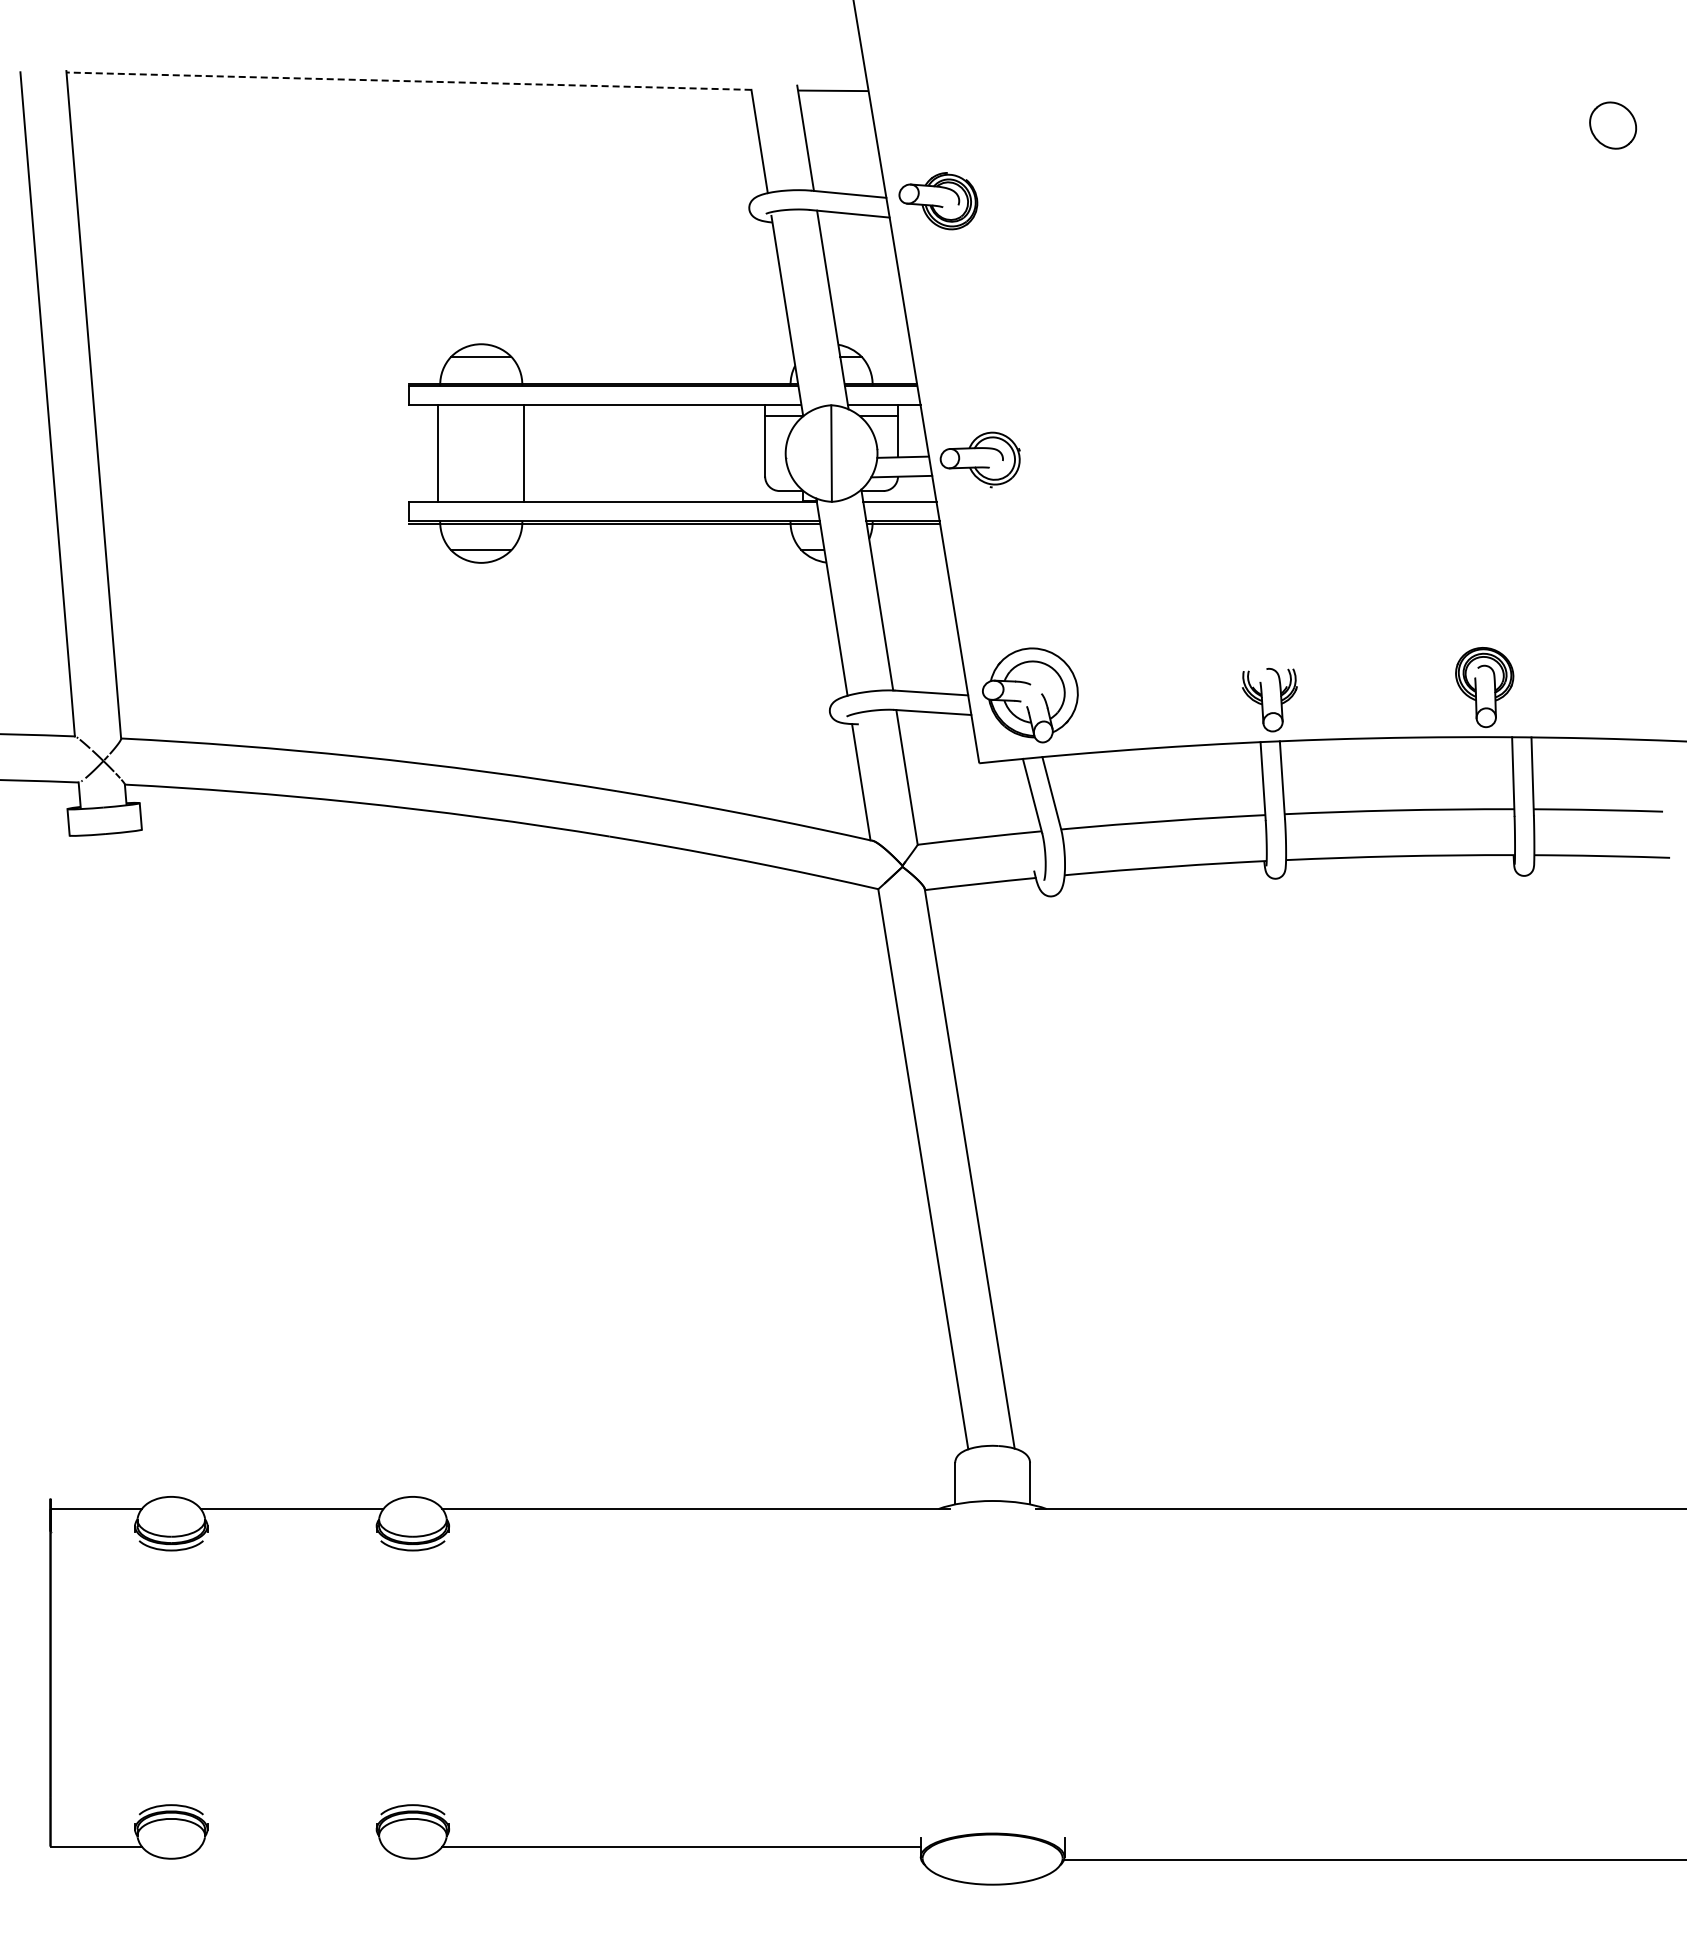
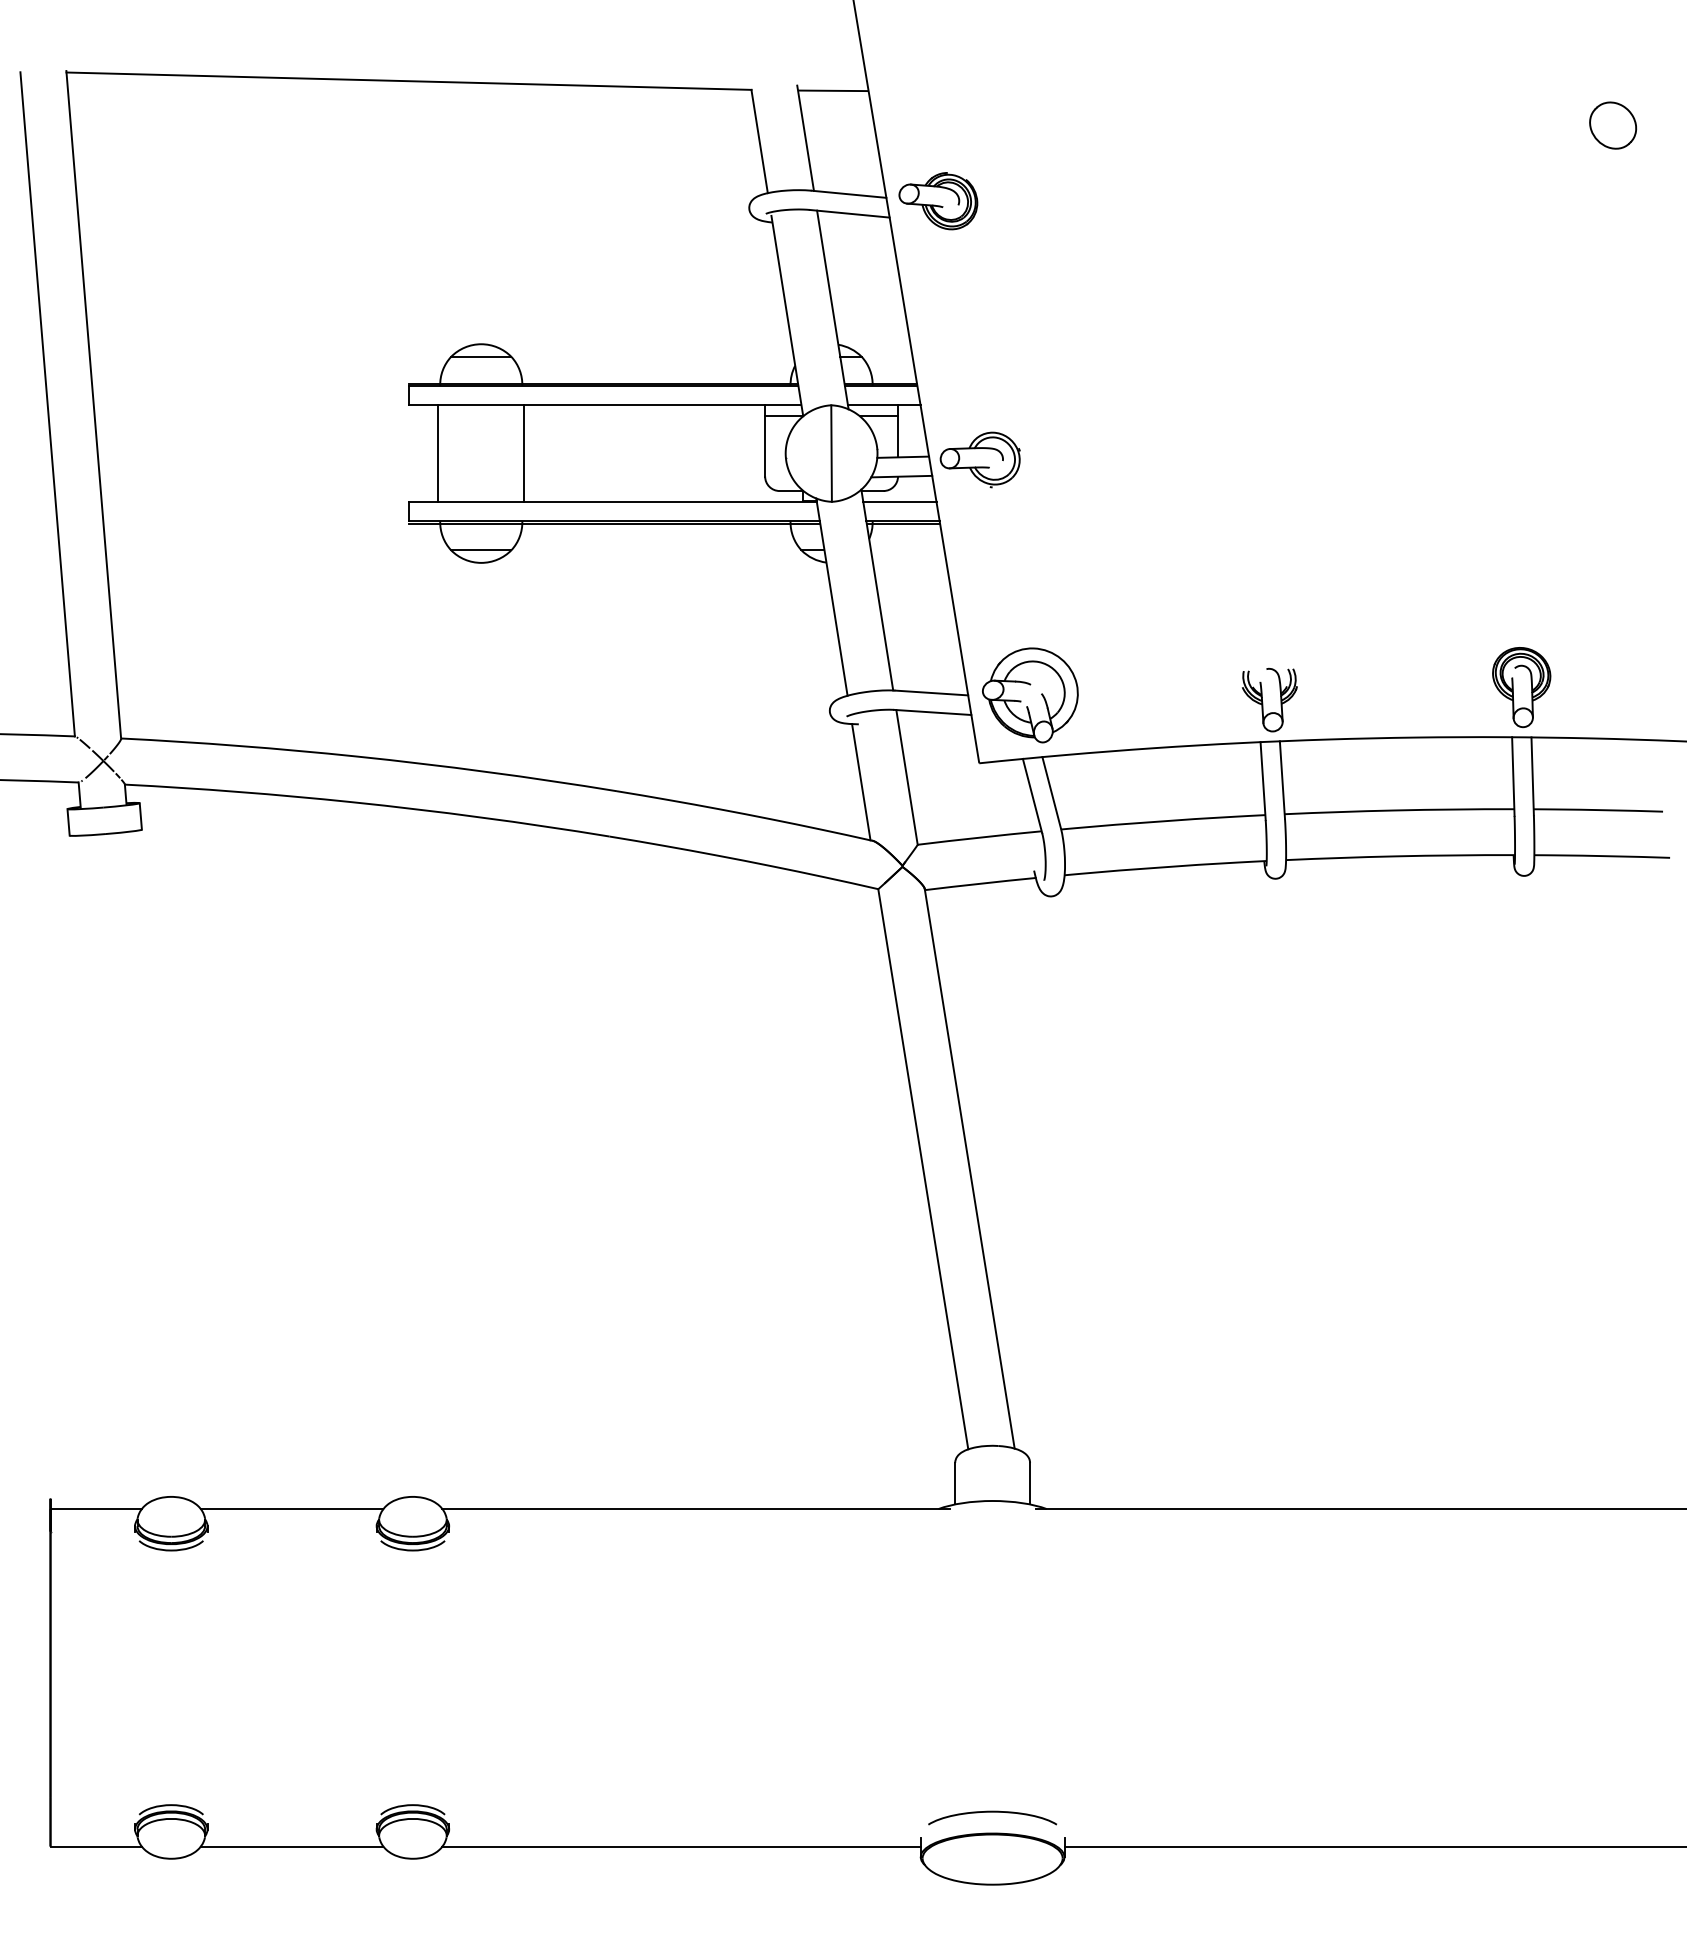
line at (409, 81): dashed -> solid
part at (1484, 687) position: (1484, 687) -> (1521, 687)
curve at (992, 1812): none -> present
line at (291, 1846): none -> present
line at (1373, 1859) position: (1373, 1859) -> (1373, 1846)
